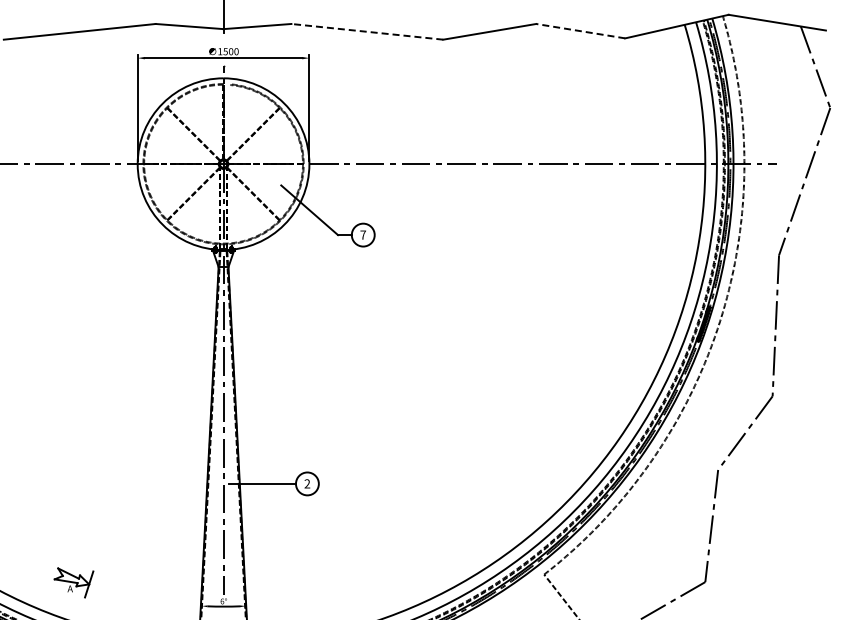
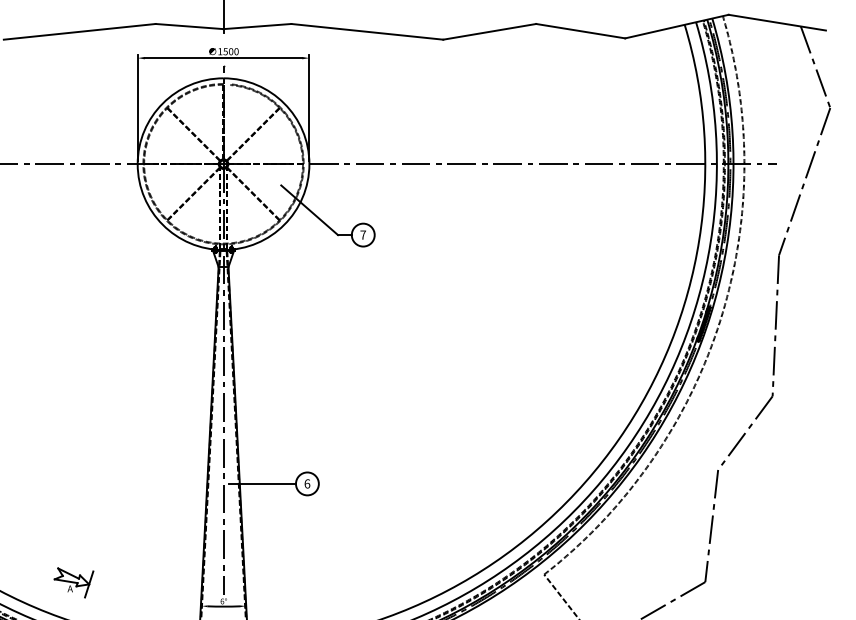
line at (366, 31): dashed -> solid
line at (580, 31): dashed -> solid
text at (307, 483): 2 -> 6
